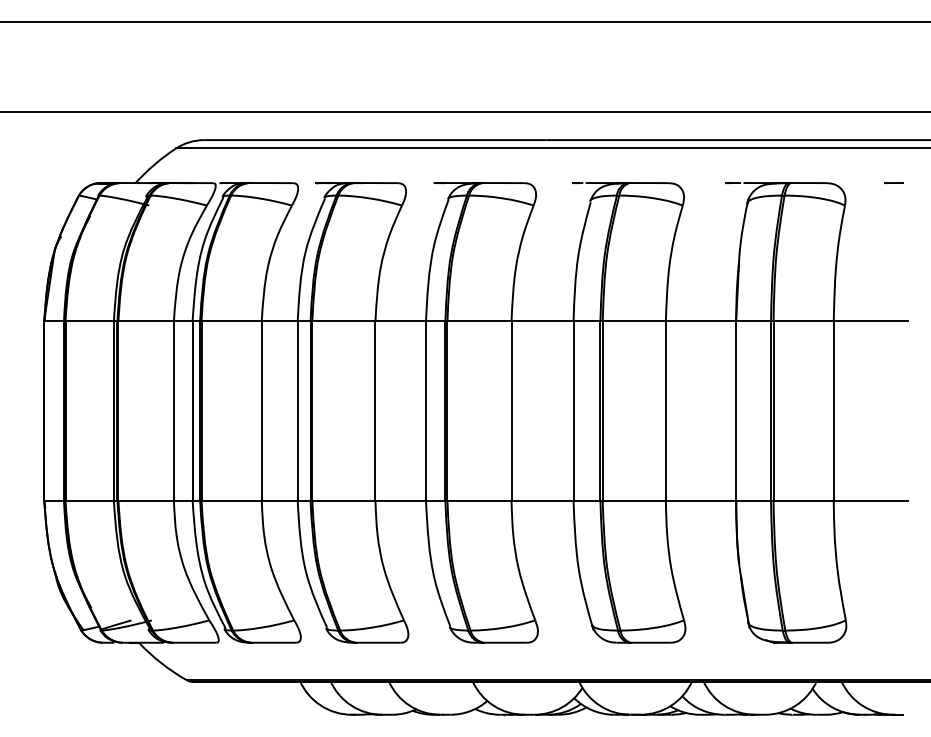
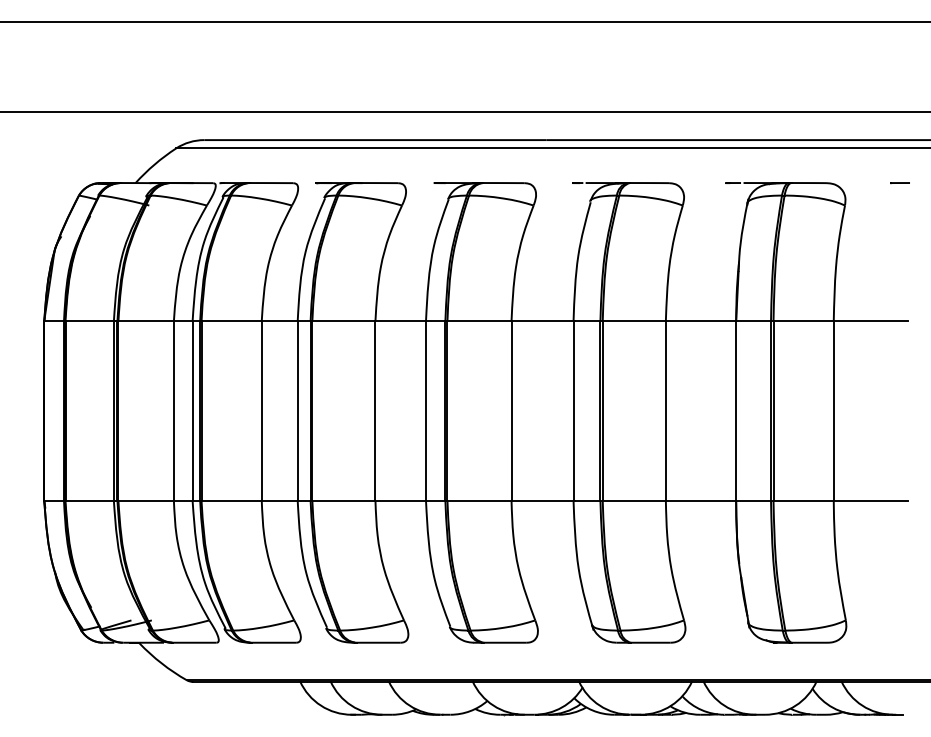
line at (893, 183) position: (893, 183) -> (899, 183)
